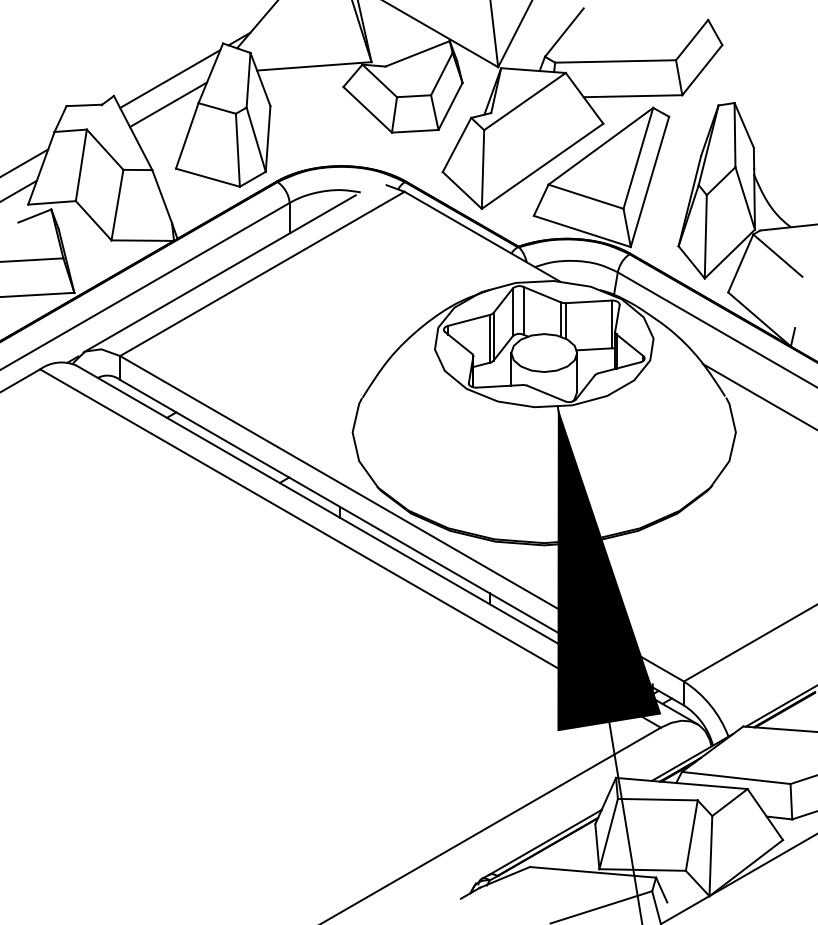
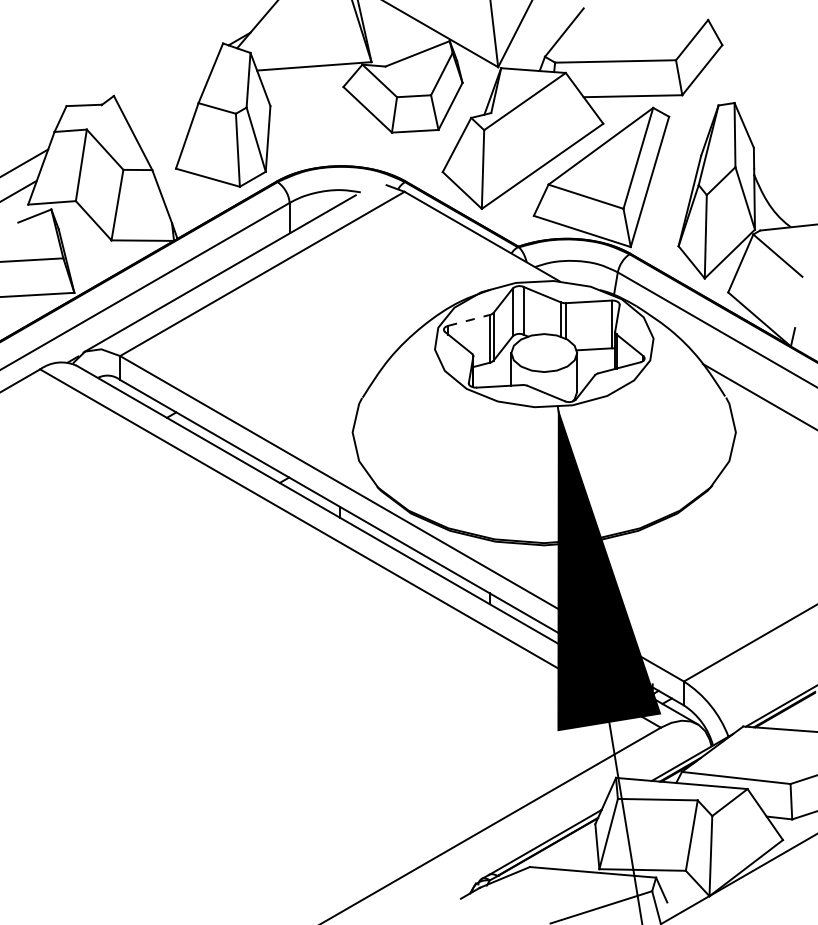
line at (170, 78): present -> none
line at (168, 104): present -> none
line at (469, 320): solid -> dashed
